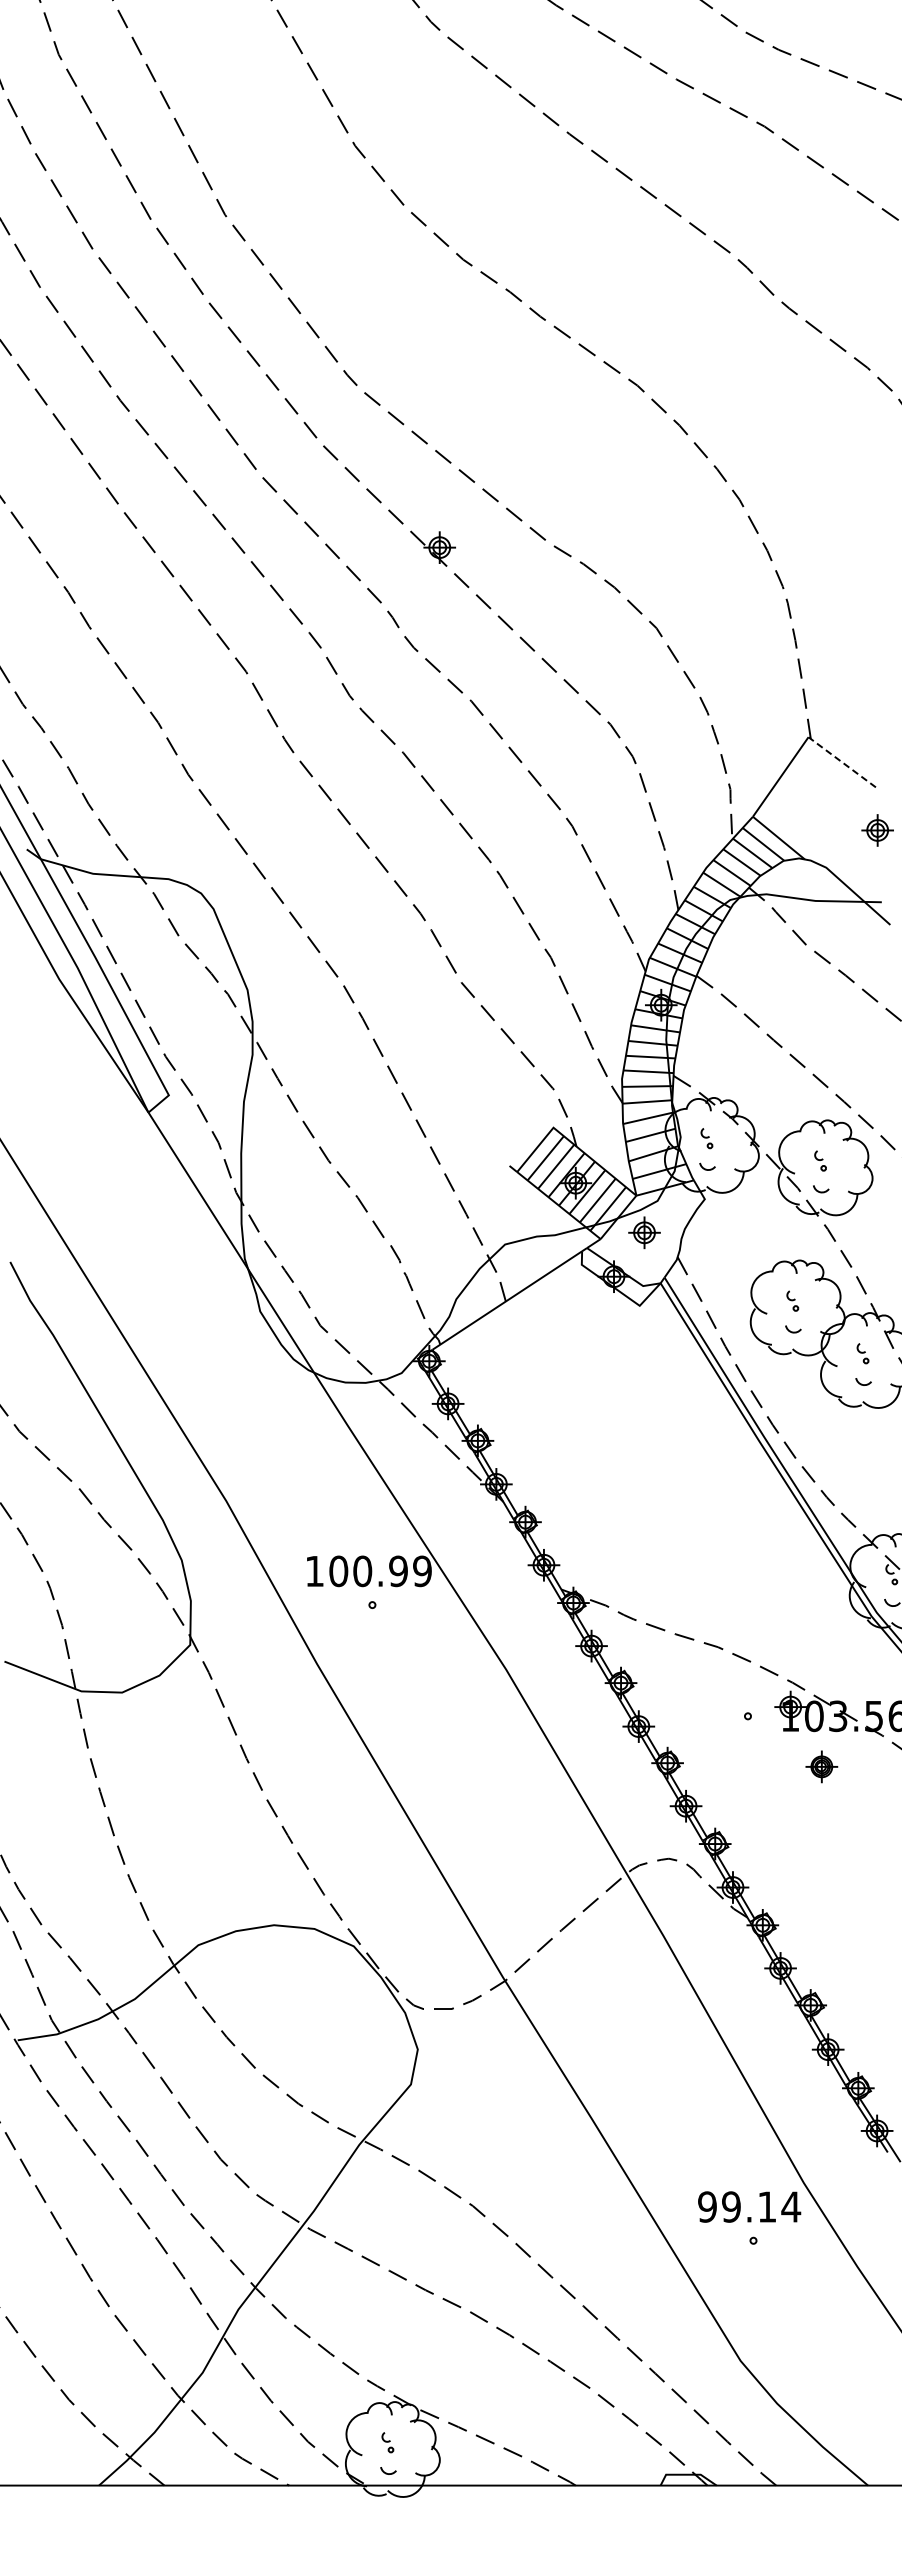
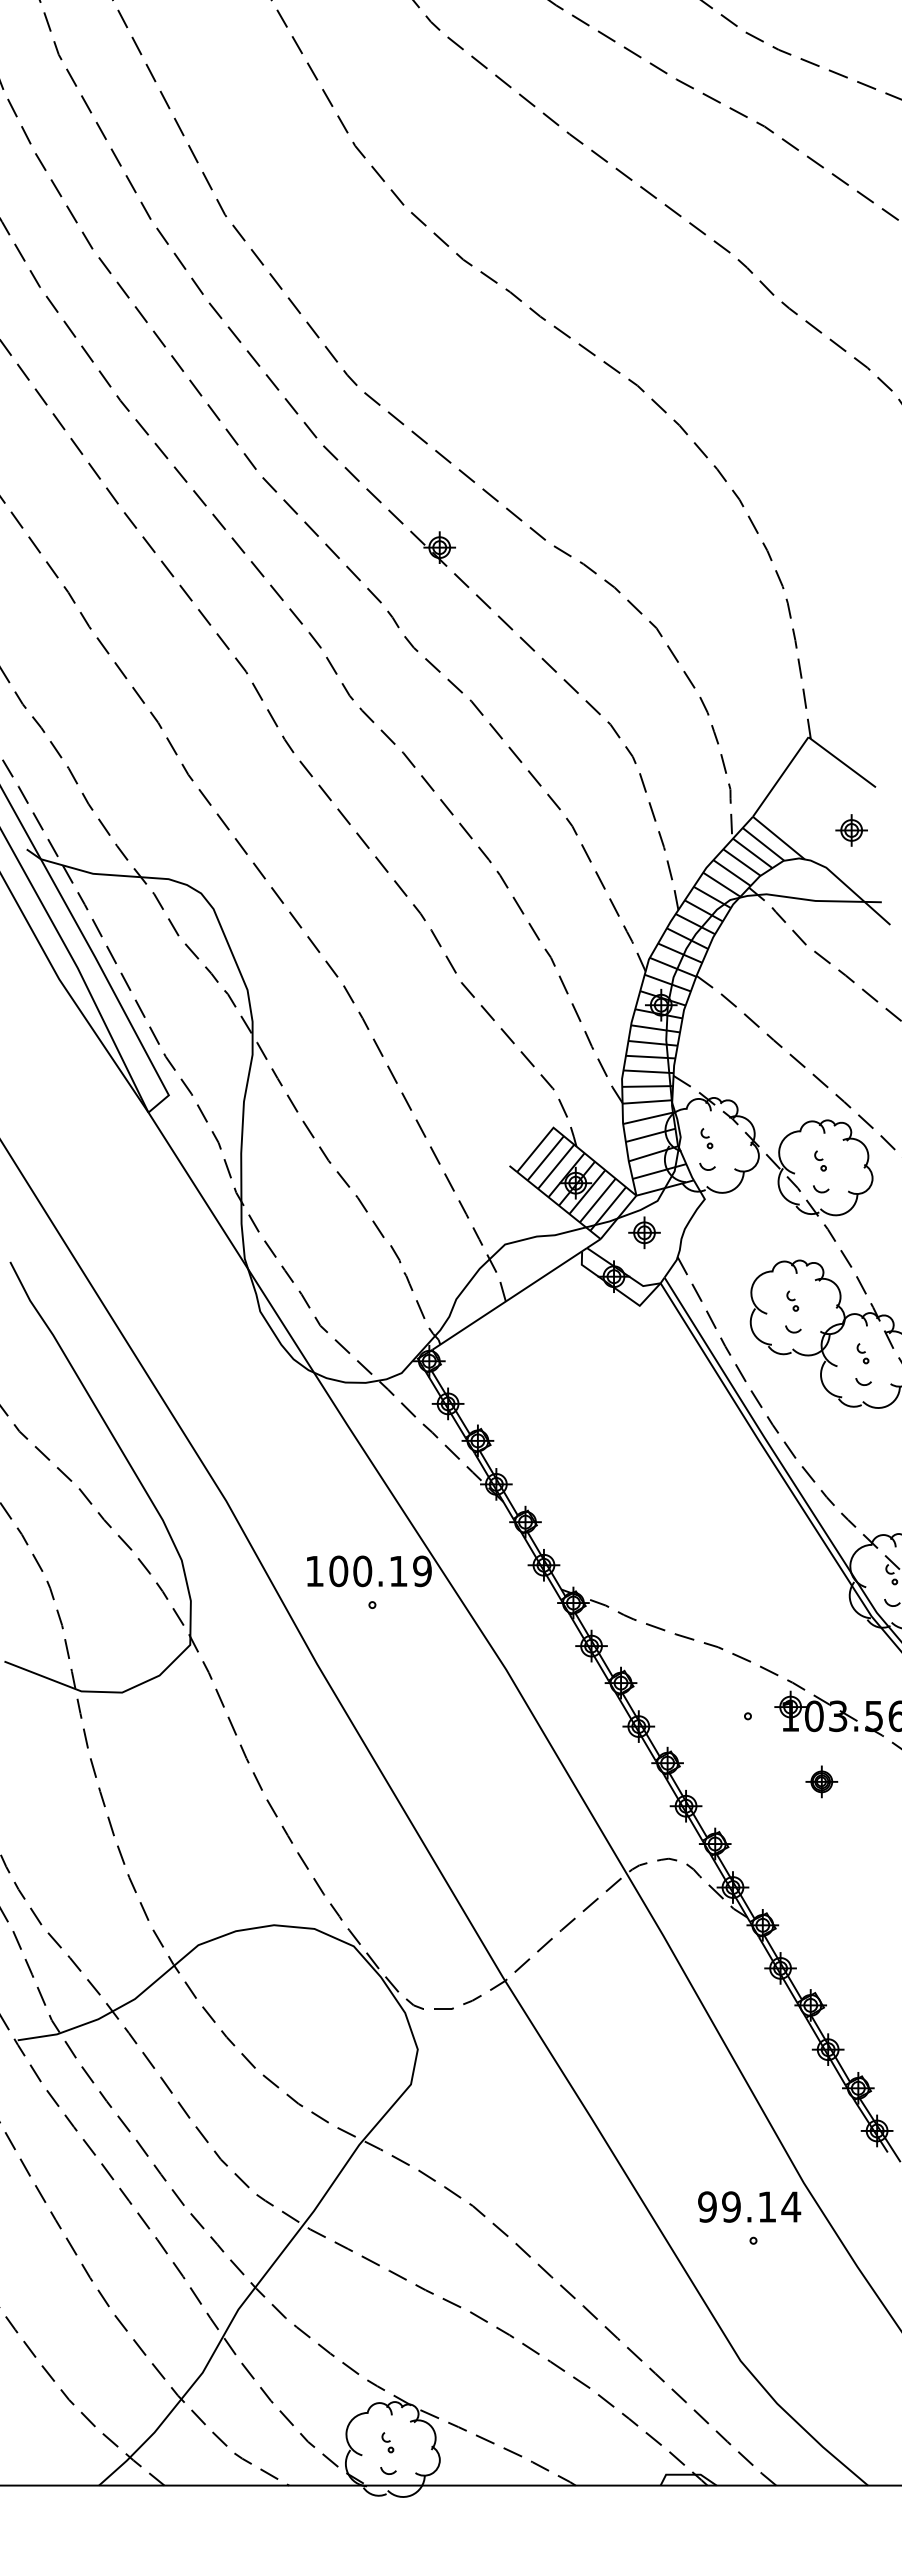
line at (841, 762): dashed -> solid
part at (877, 830) position: (877, 830) -> (851, 830)
text at (398, 1571): 100.99 -> 100.19
part at (821, 1766) position: (821, 1766) -> (821, 1781)
